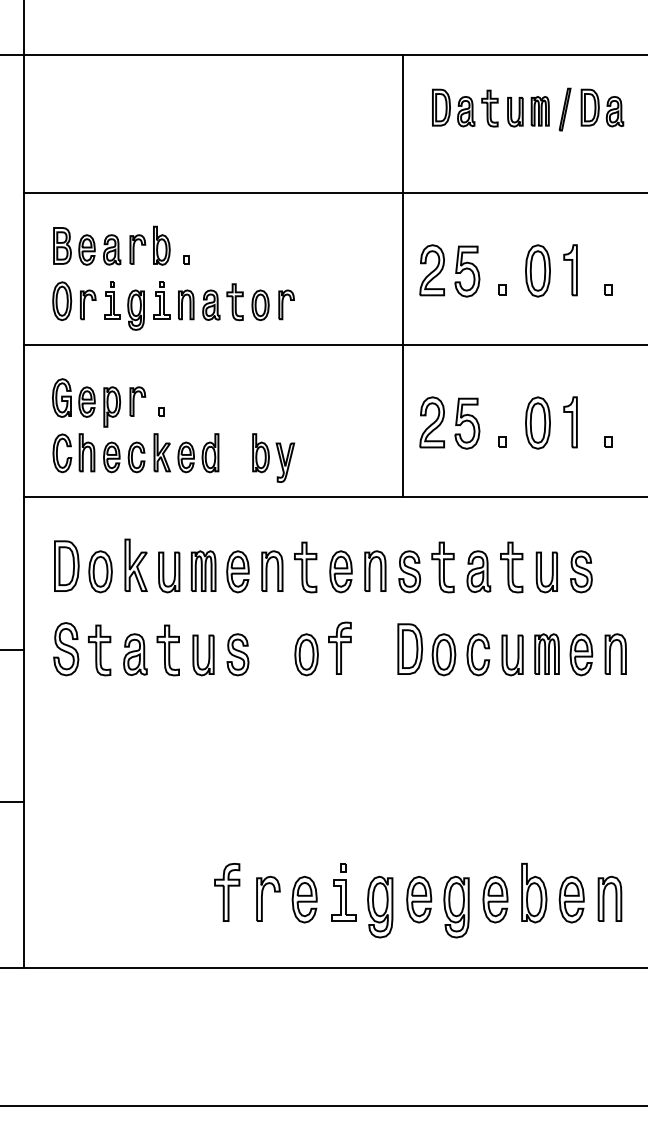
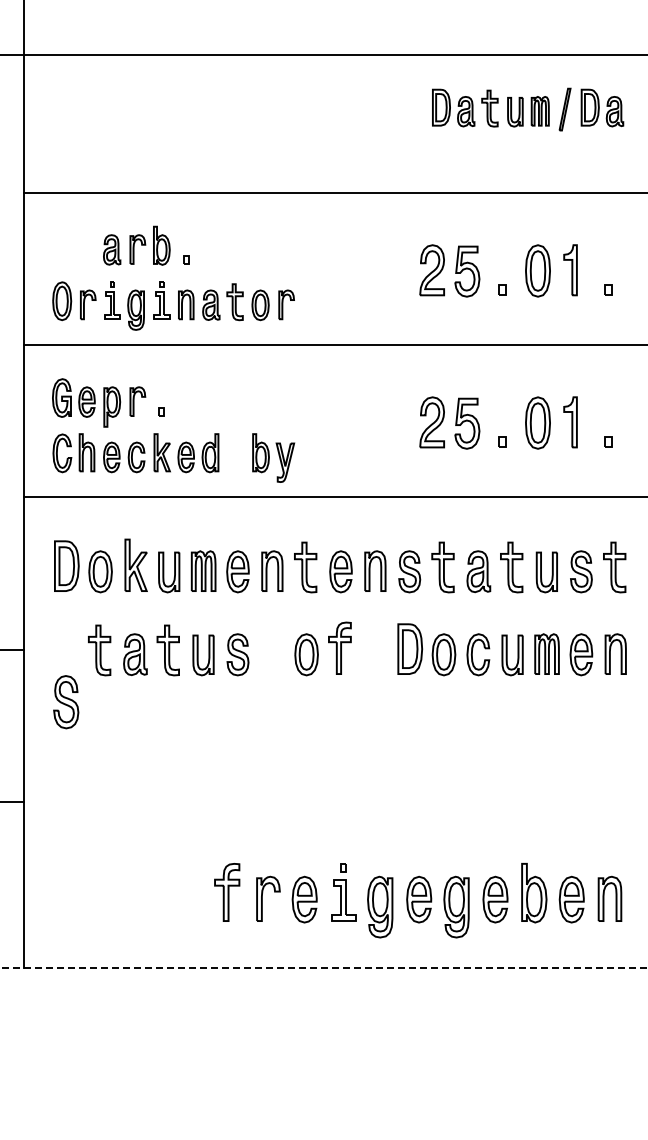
part at (74, 246): present -> none
line at (402, 275): present -> none
part at (614, 567): none -> present
part at (66, 649) position: (66, 649) -> (66, 702)
line at (323, 967): solid -> dashed
line at (323, 1105): present -> none
